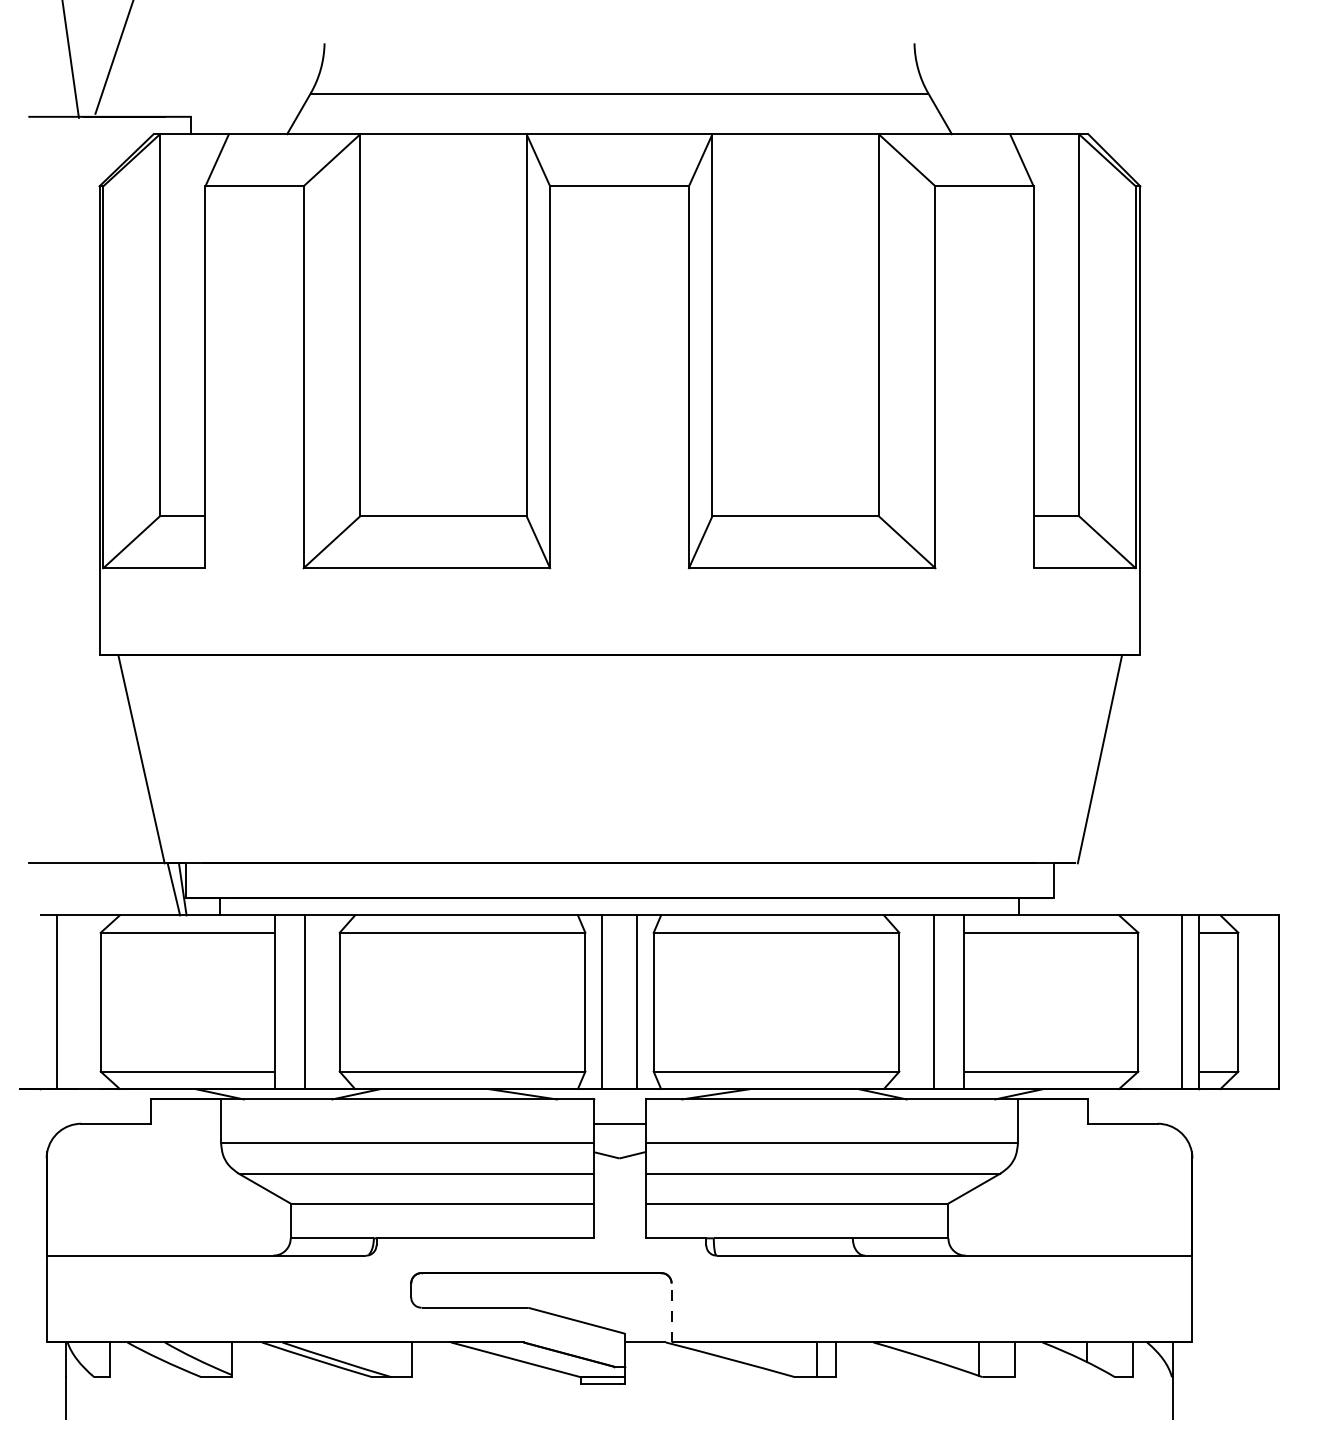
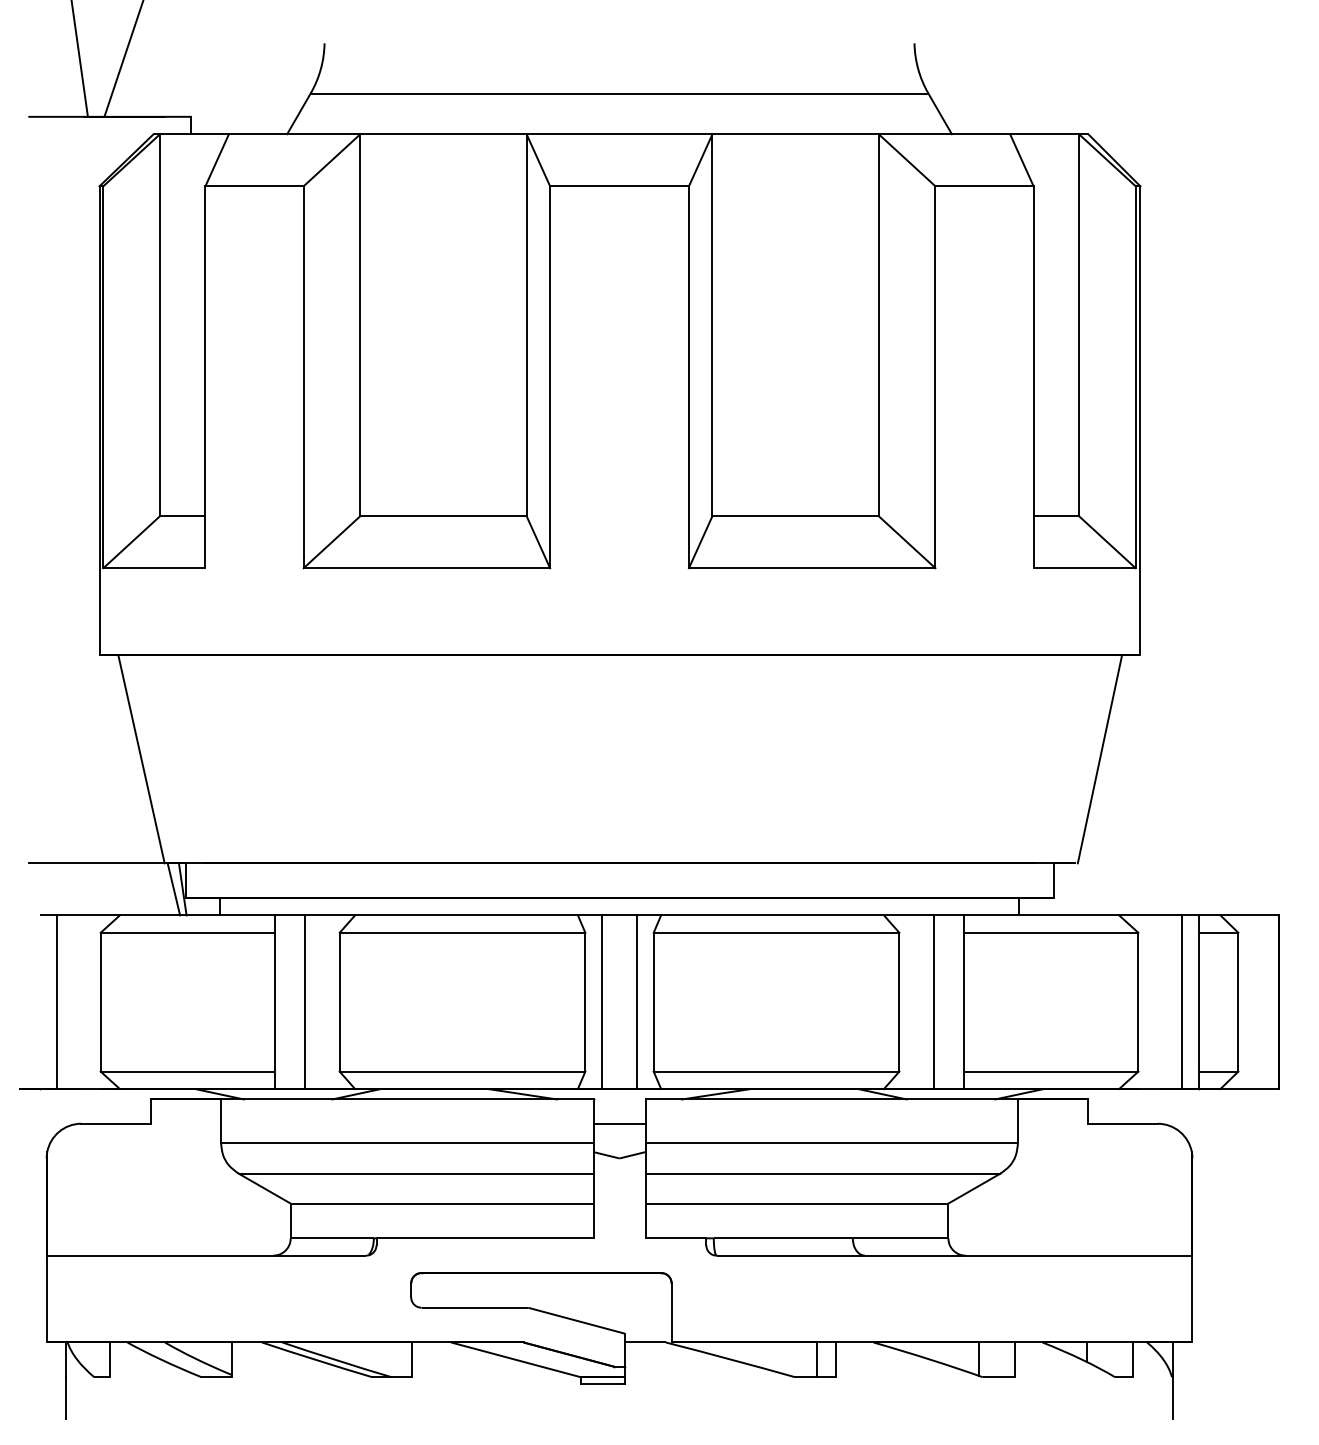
line at (113, 57) position: (113, 57) -> (123, 59)
line at (70, 59) position: (70, 59) -> (79, 59)
line at (671, 1312): dashed -> solid
